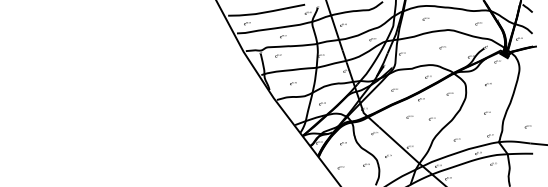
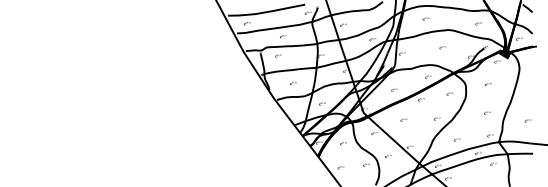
part at (409, 116) position: (409, 116) -> (403, 119)
part at (431, 118) position: (431, 118) -> (436, 118)
part at (527, 126) position: (527, 126) -> (527, 120)
